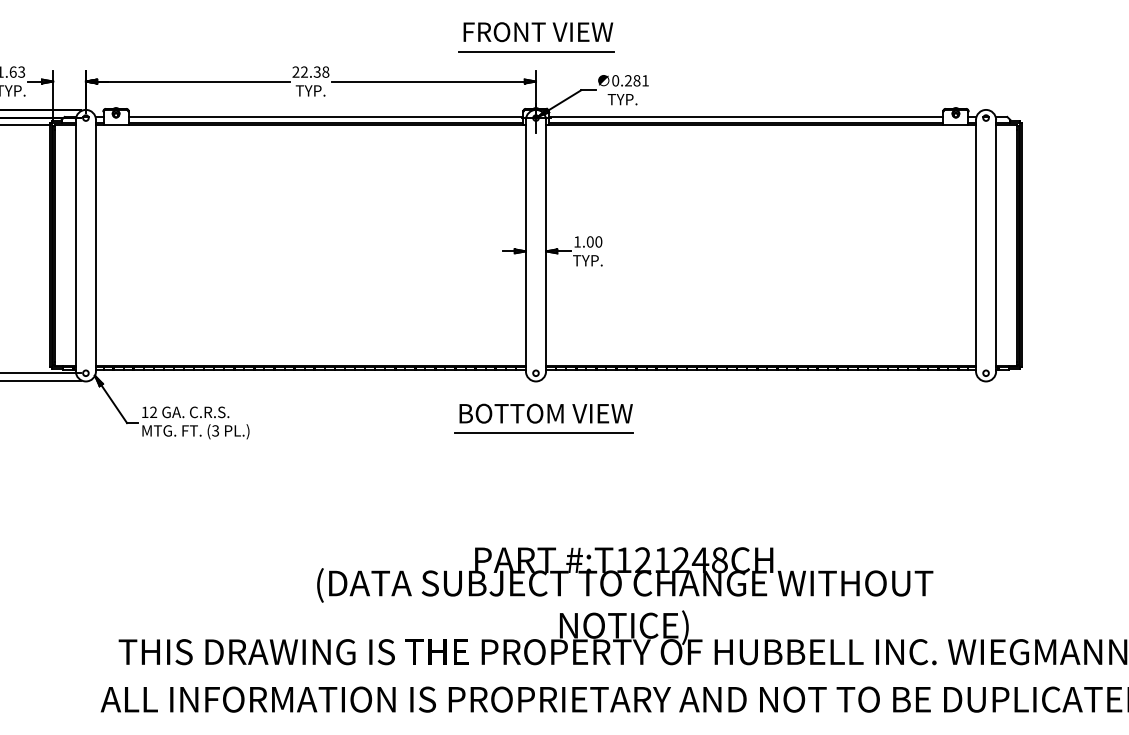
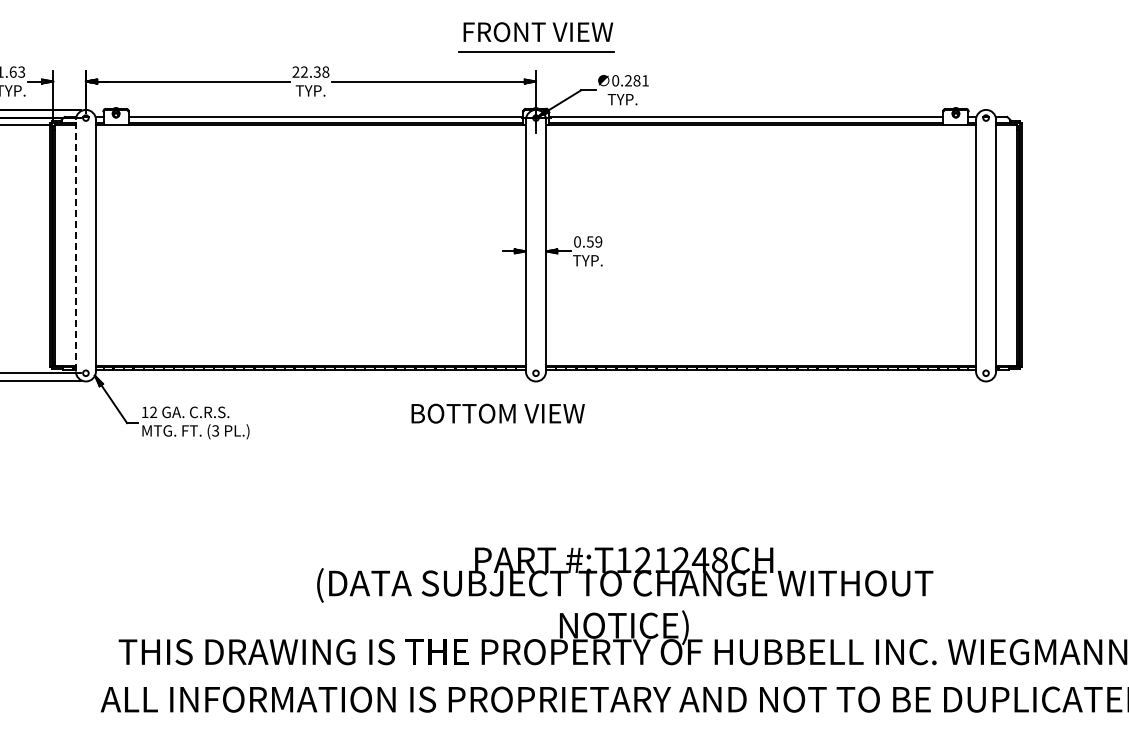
text at (588, 241): 1.00 -> 0.59
line at (75, 245): solid -> dashed
text at (545, 413) position: (545, 413) -> (497, 413)
line at (543, 433): present -> none
